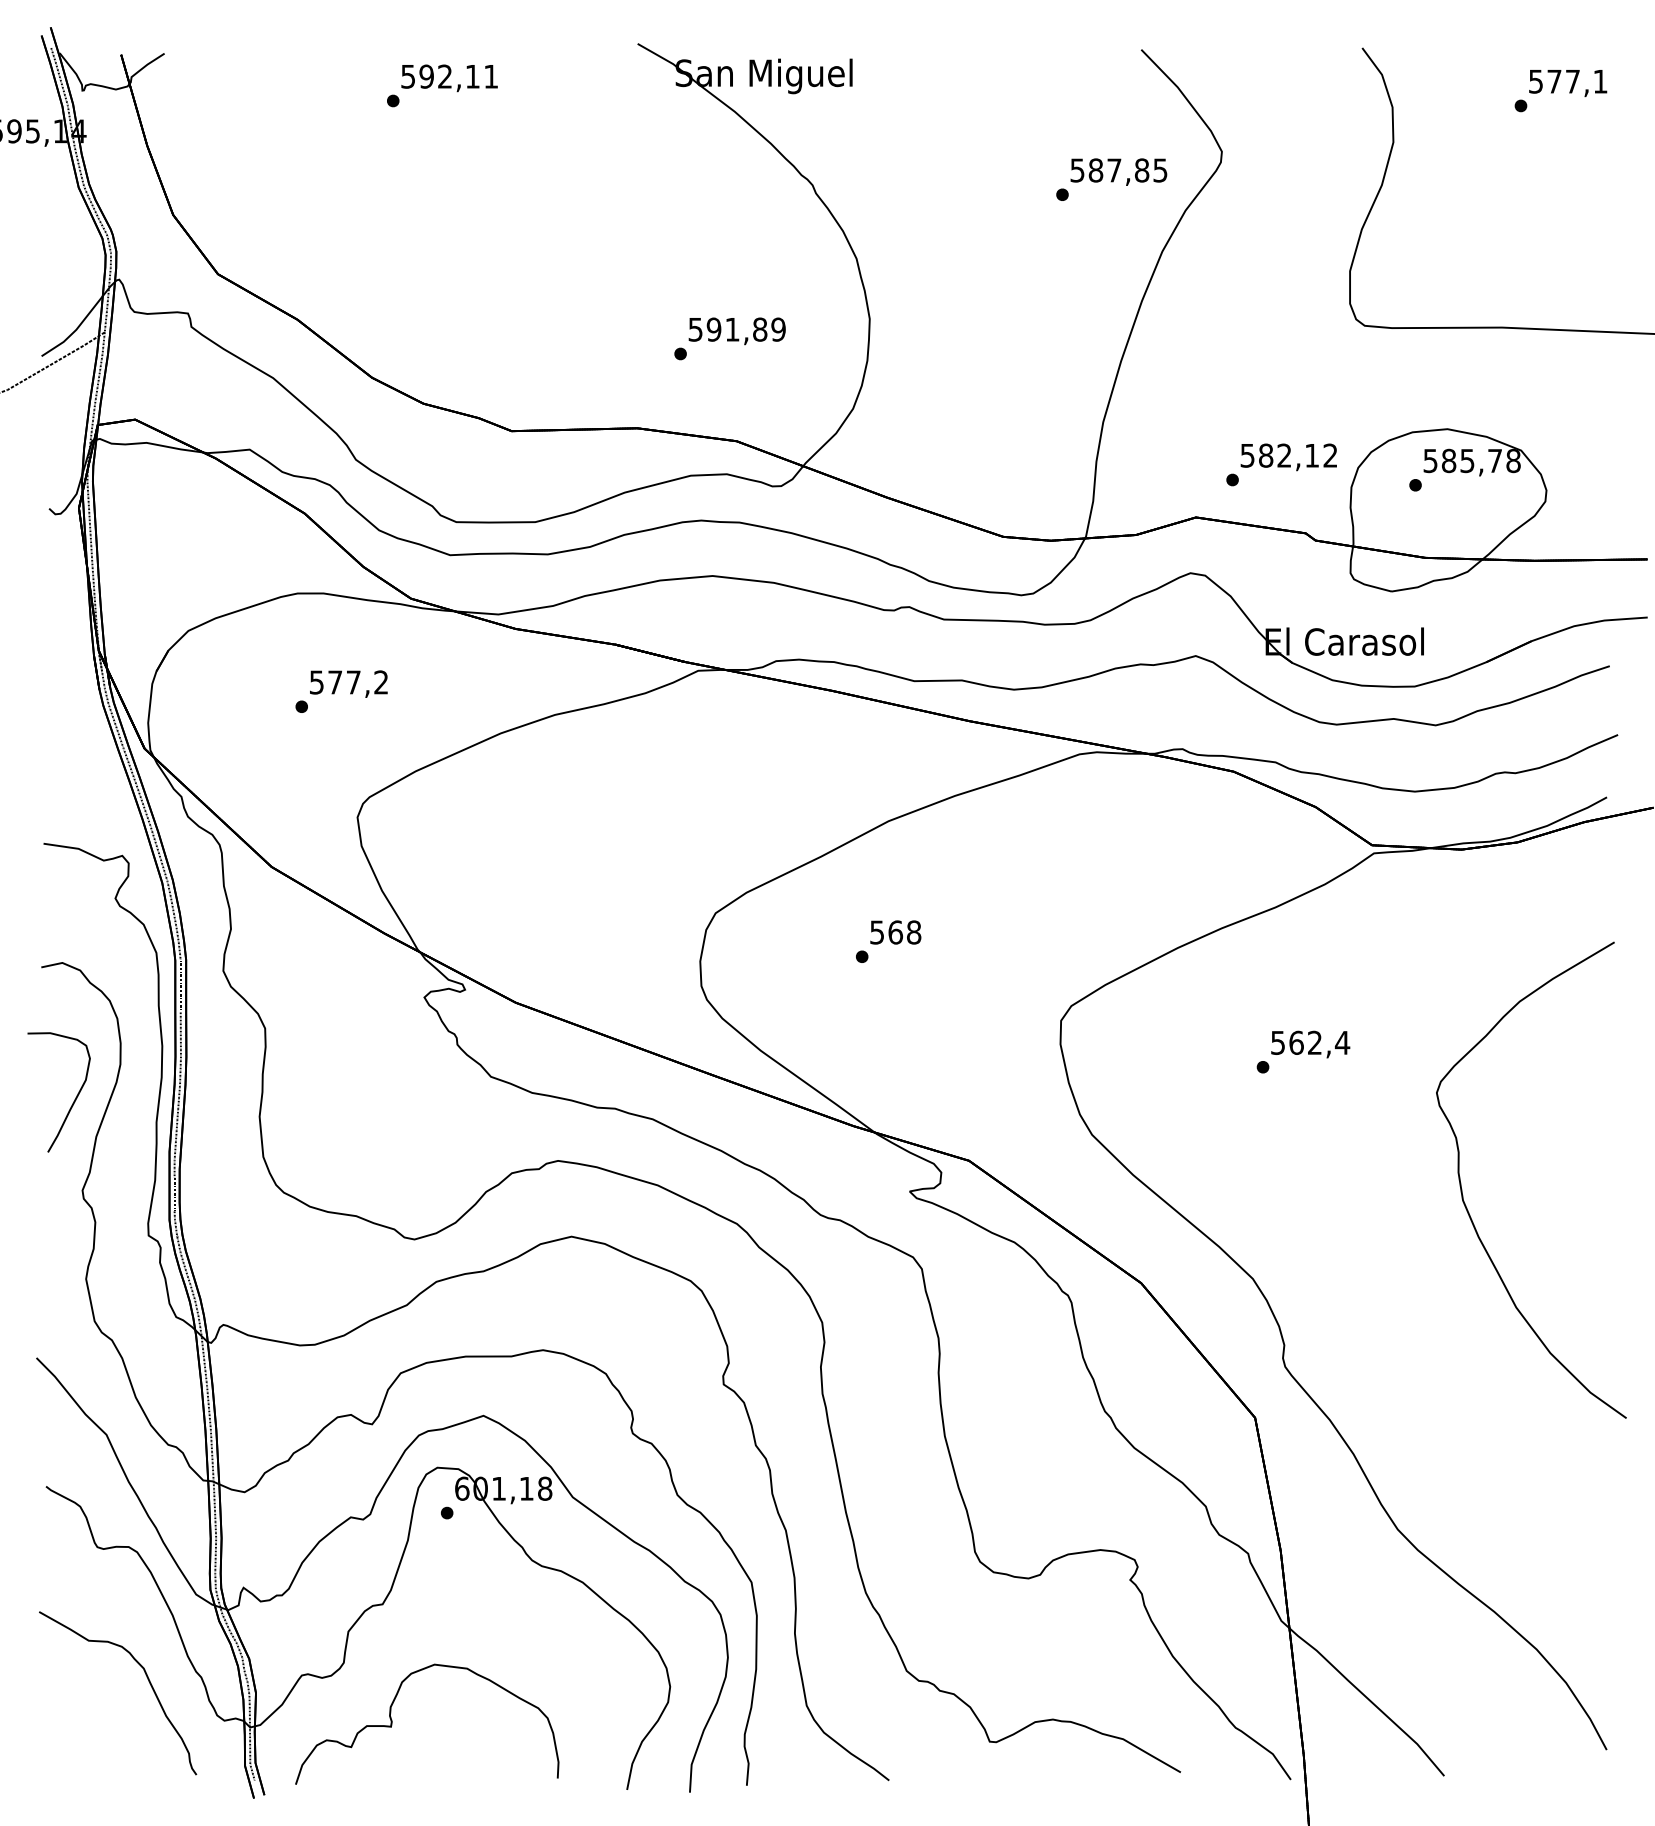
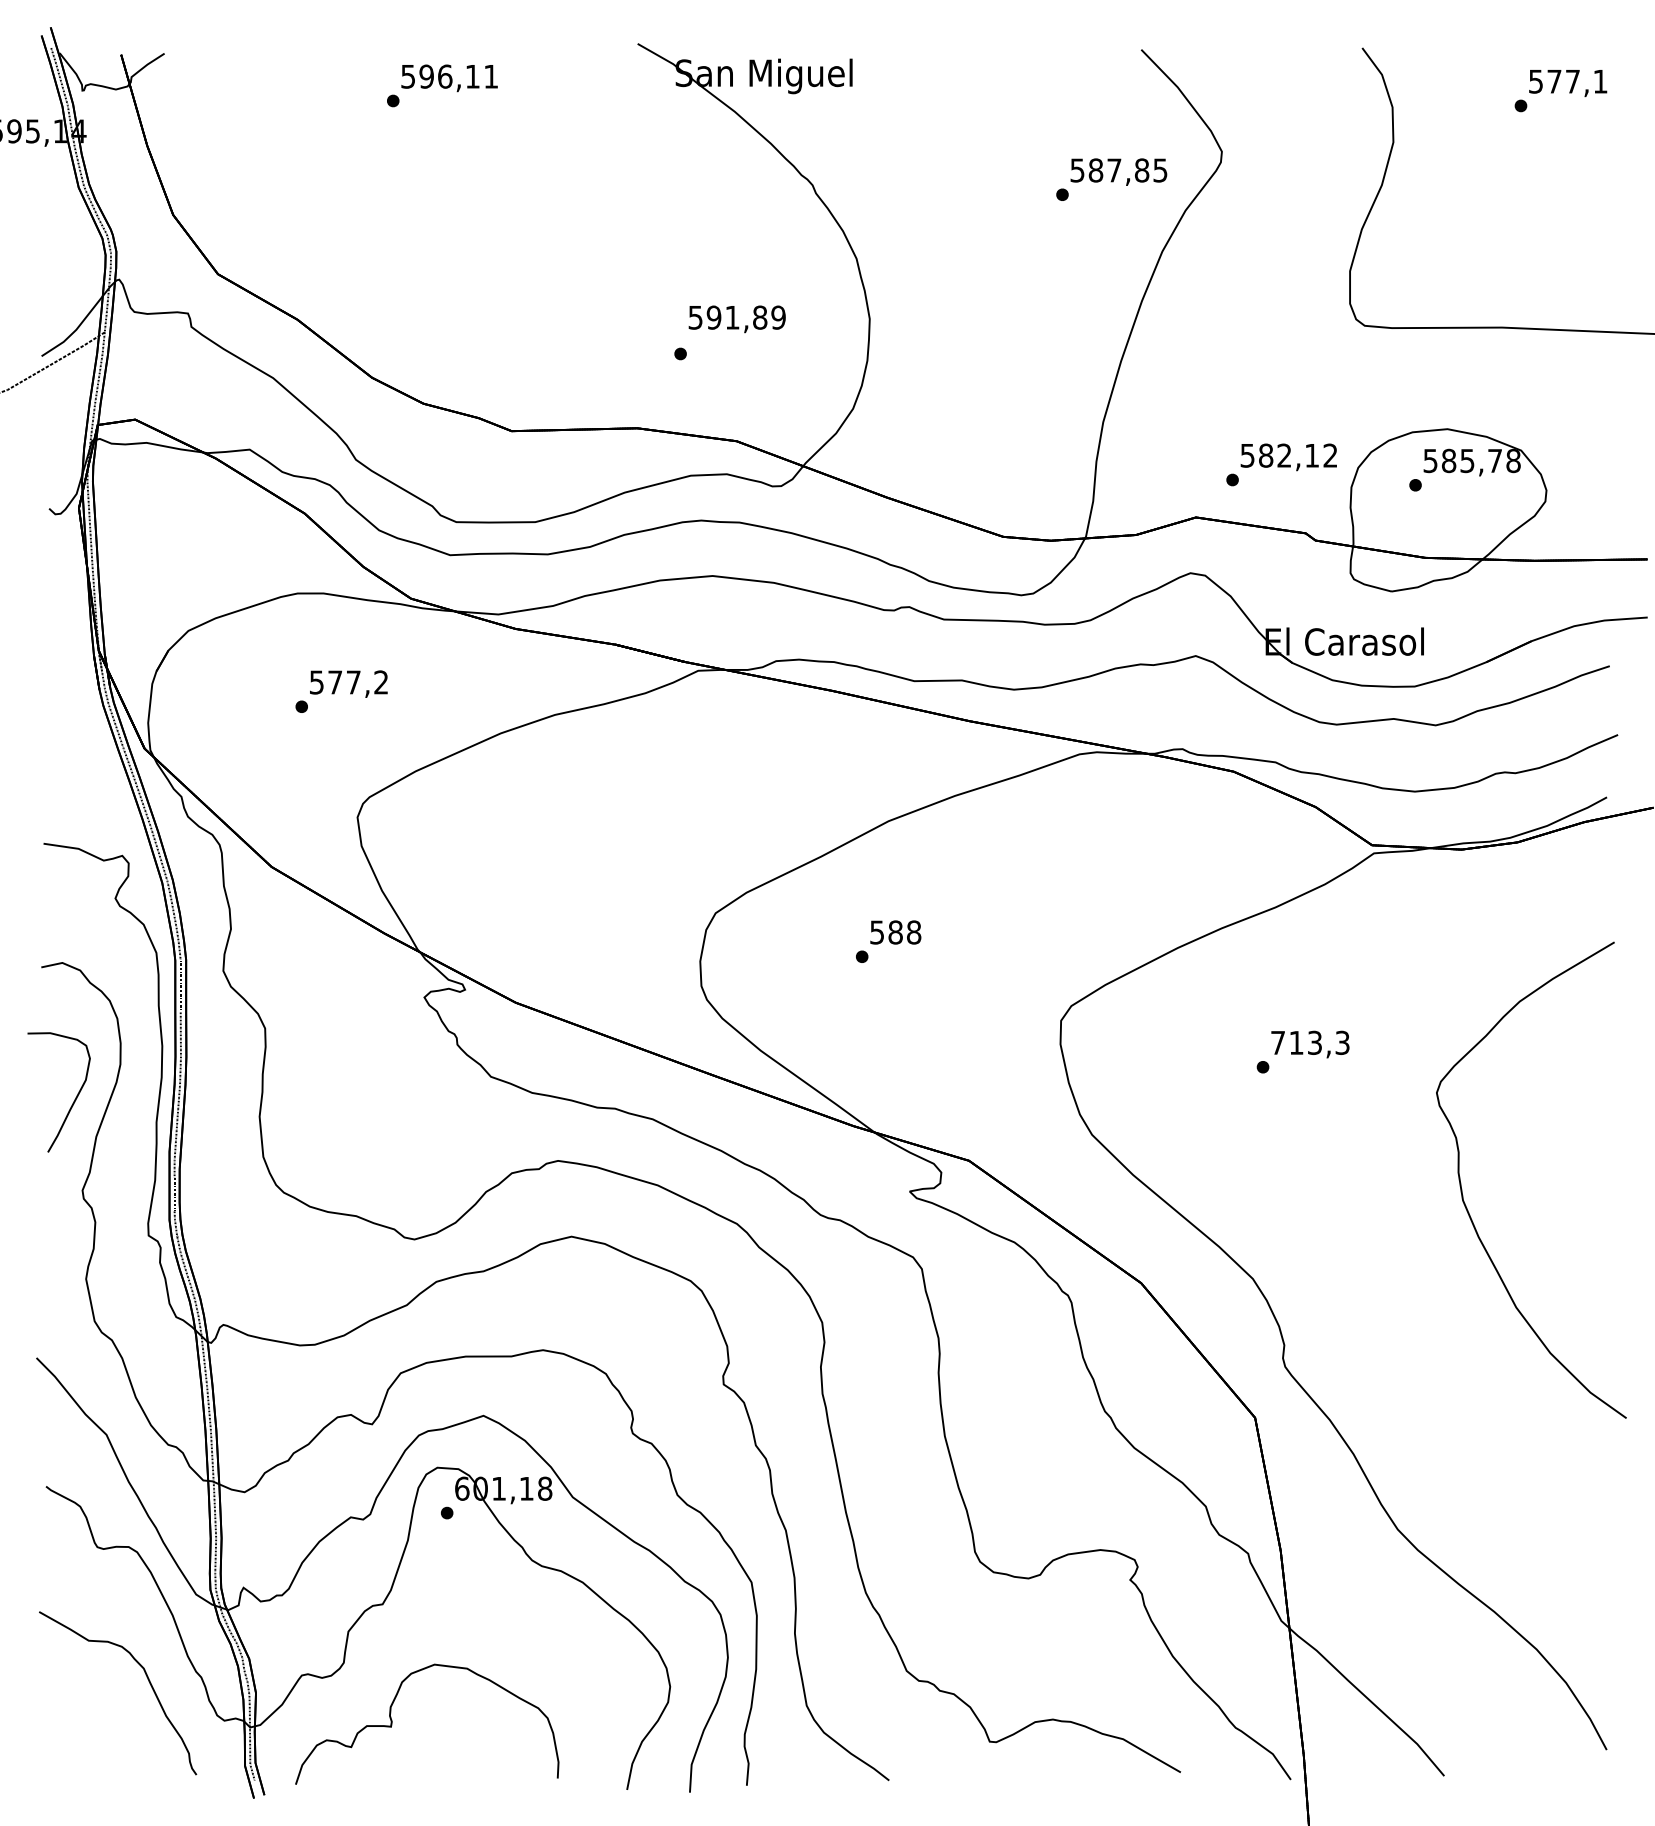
text at (445, 76): 592,11 -> 596,11
text at (736, 331) position: (736, 331) -> (736, 319)
text at (895, 932): 568 -> 588
text at (1310, 1042): 562,4 -> 713,3
